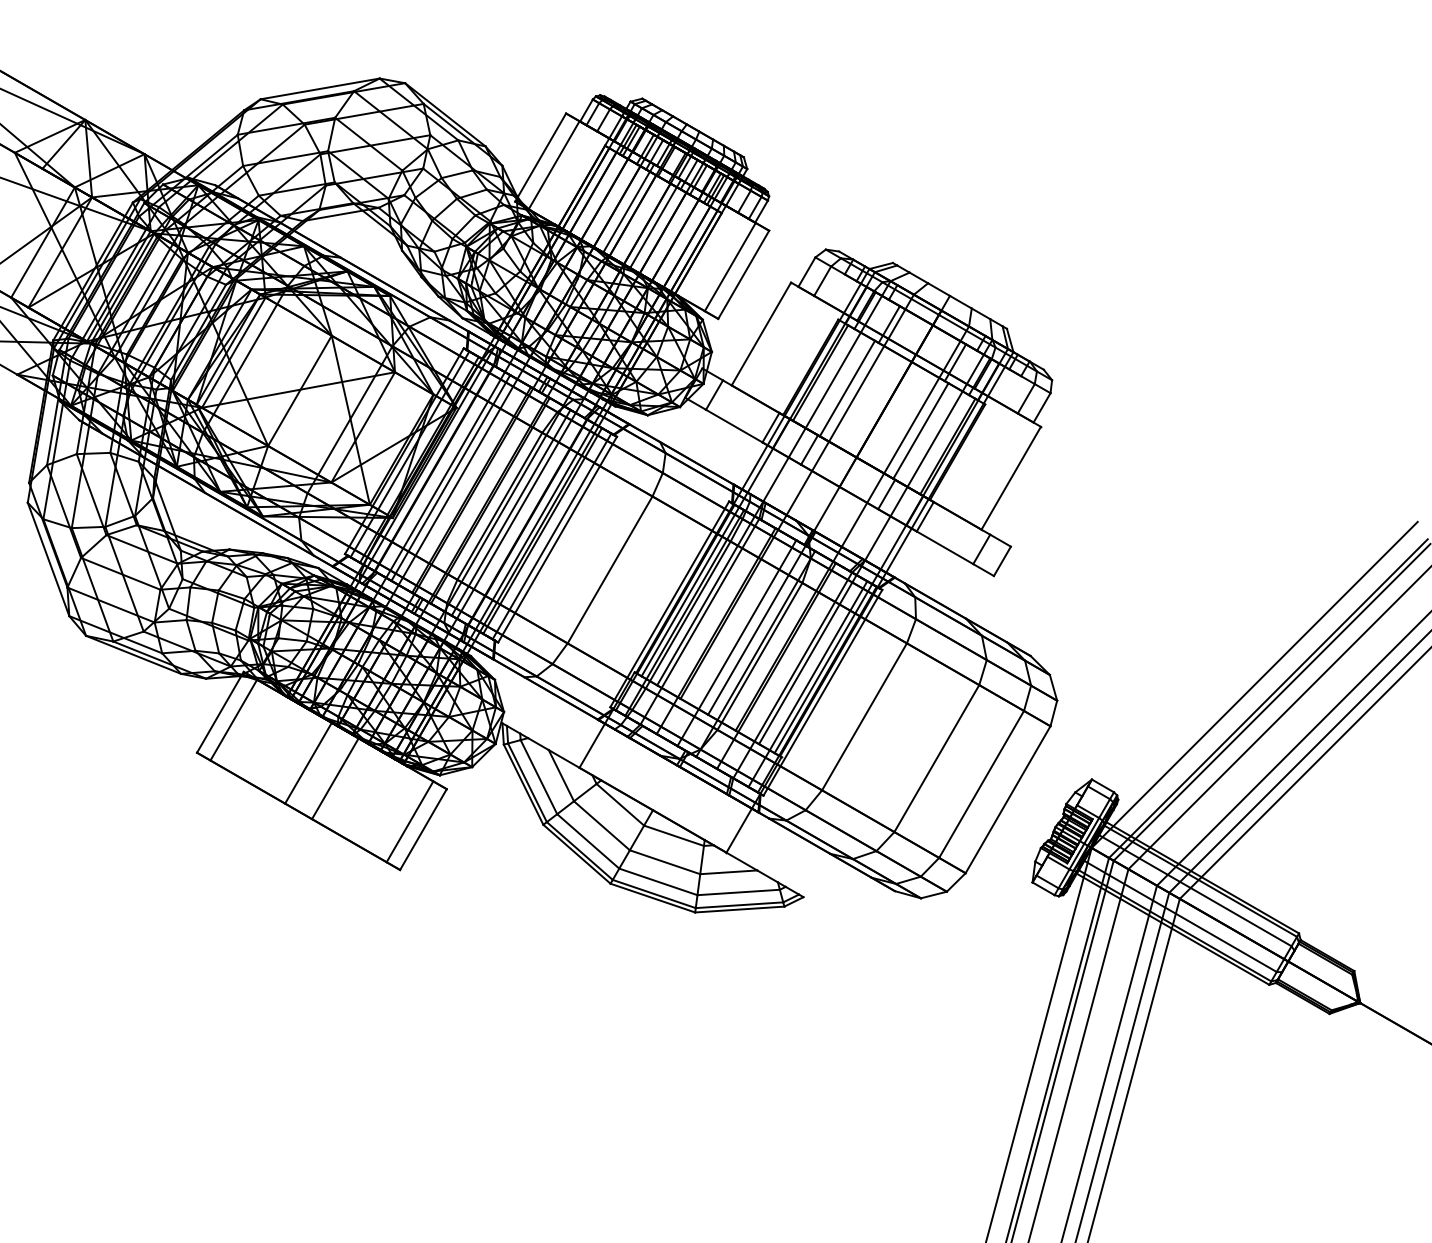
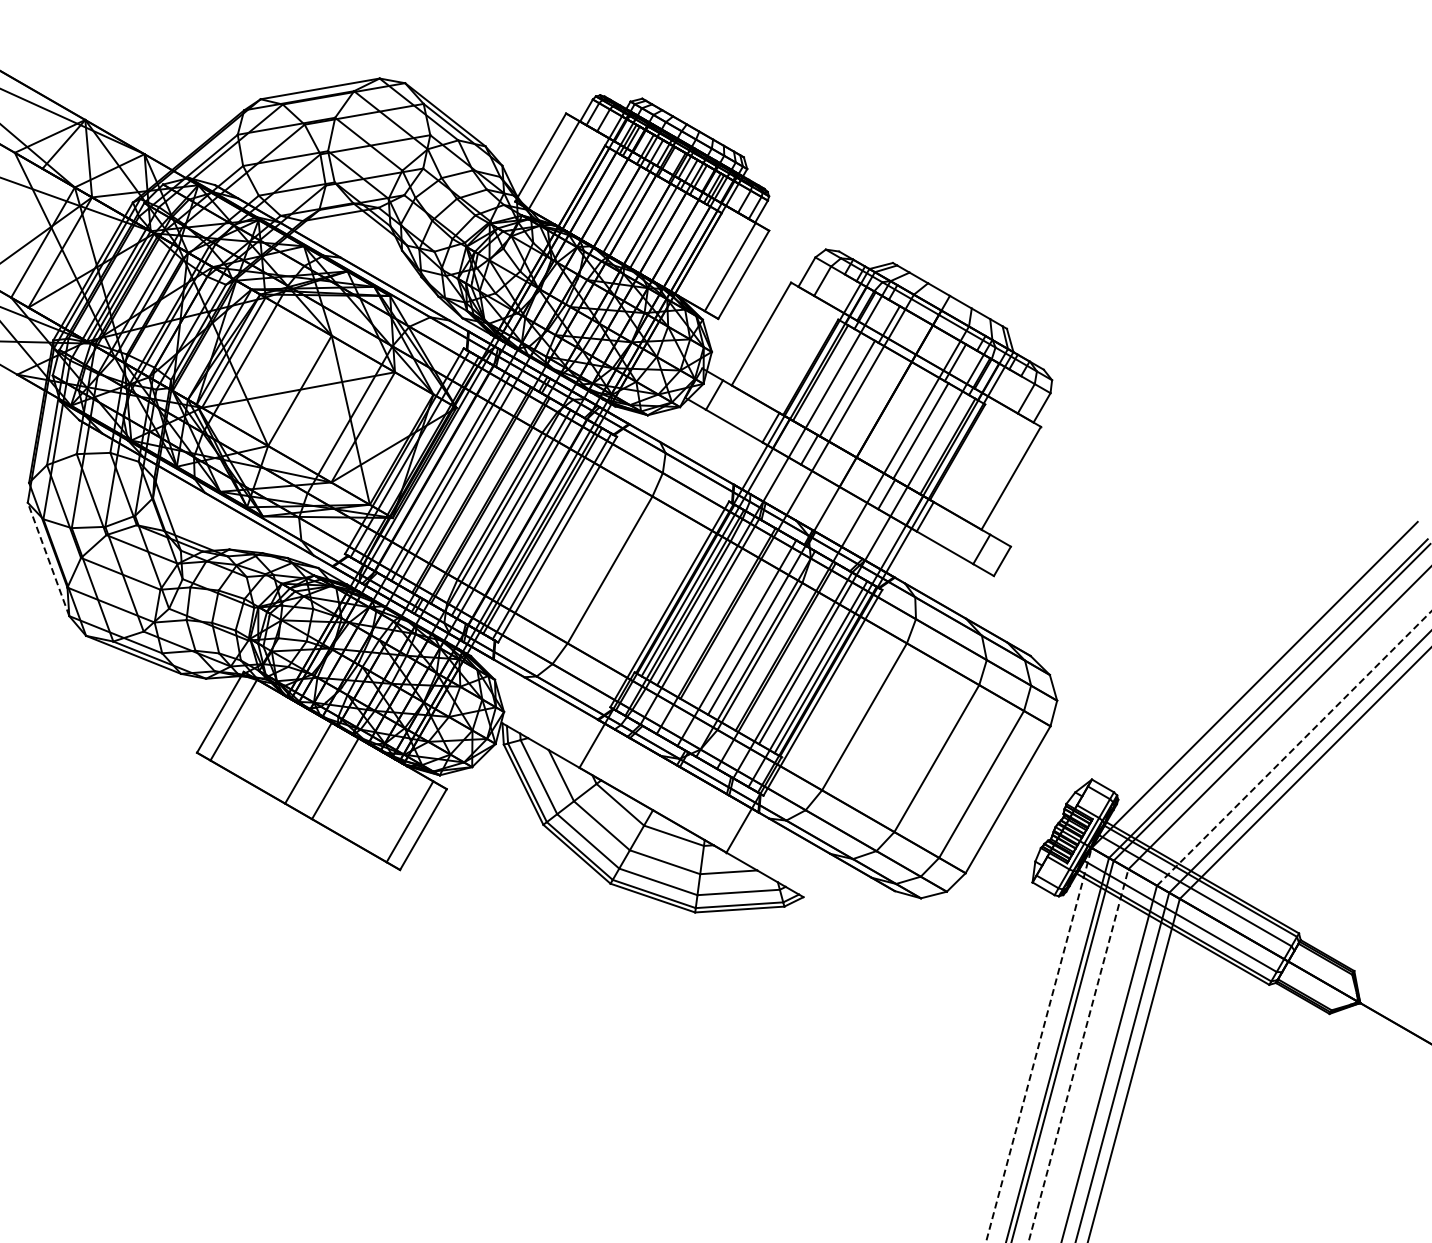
line at (48, 558): solid -> dashed
line at (1294, 748): solid -> dashed
line at (1038, 1044): solid -> dashed
line at (1078, 1055): solid -> dashed
